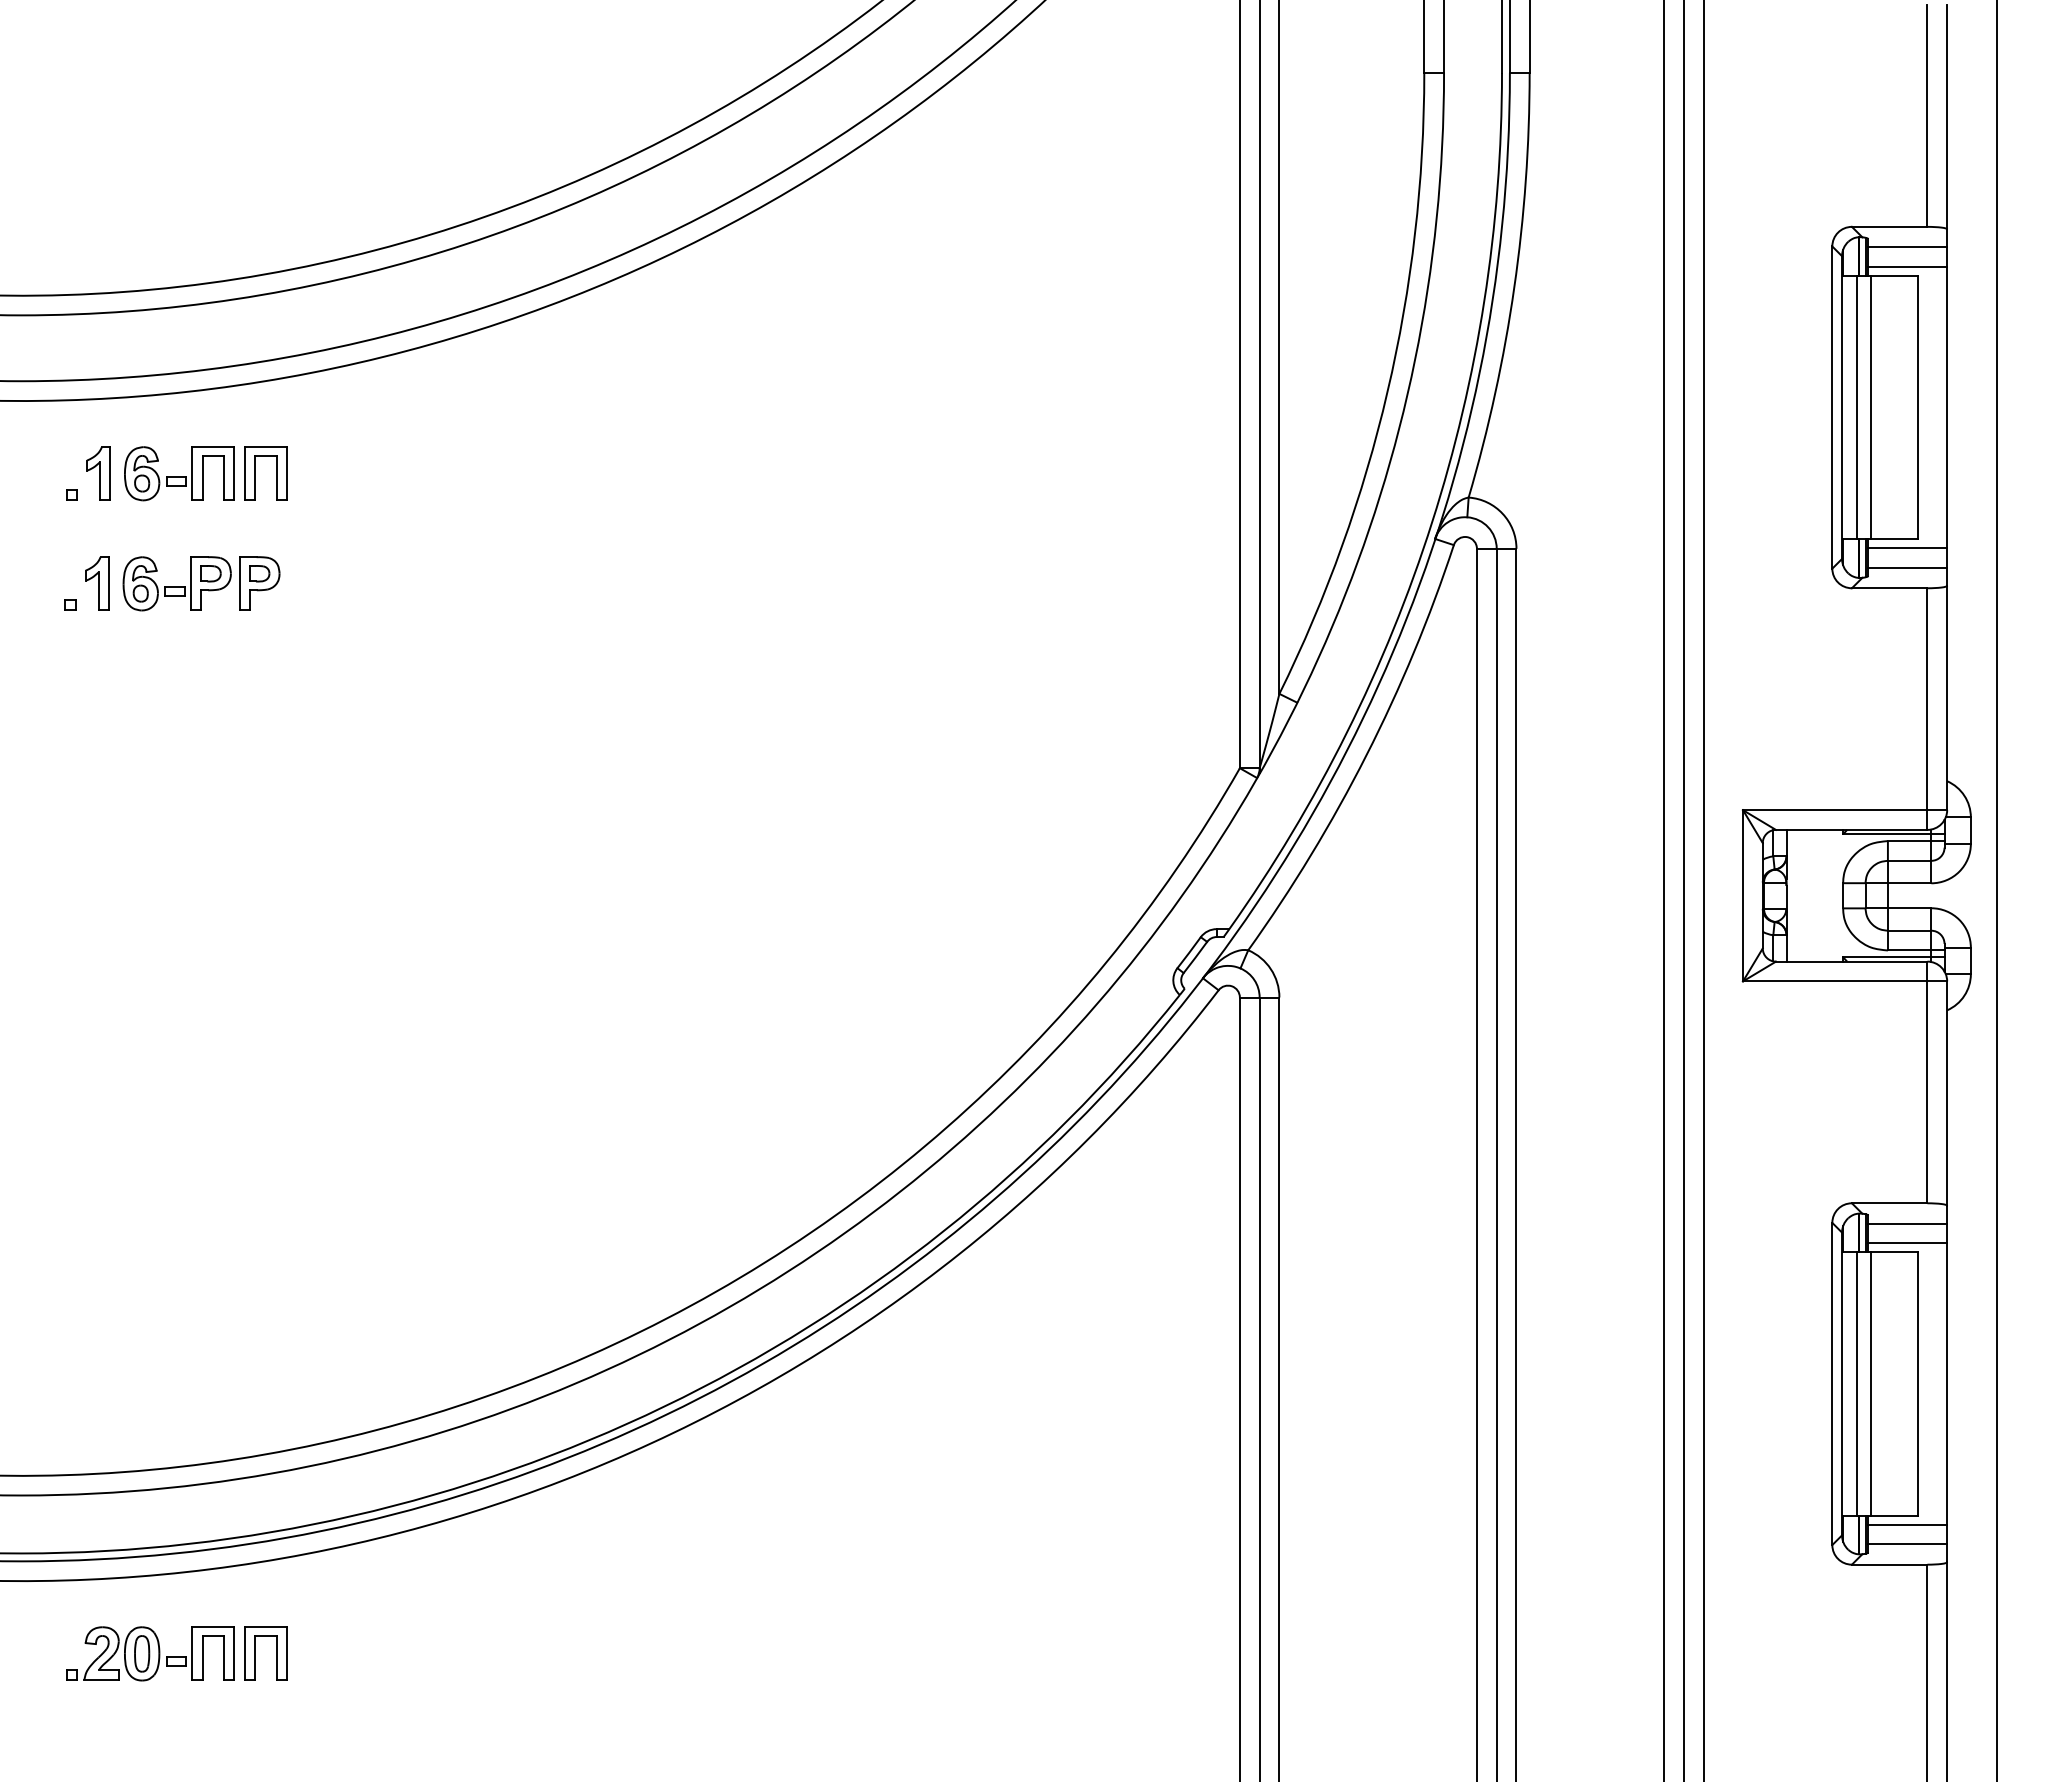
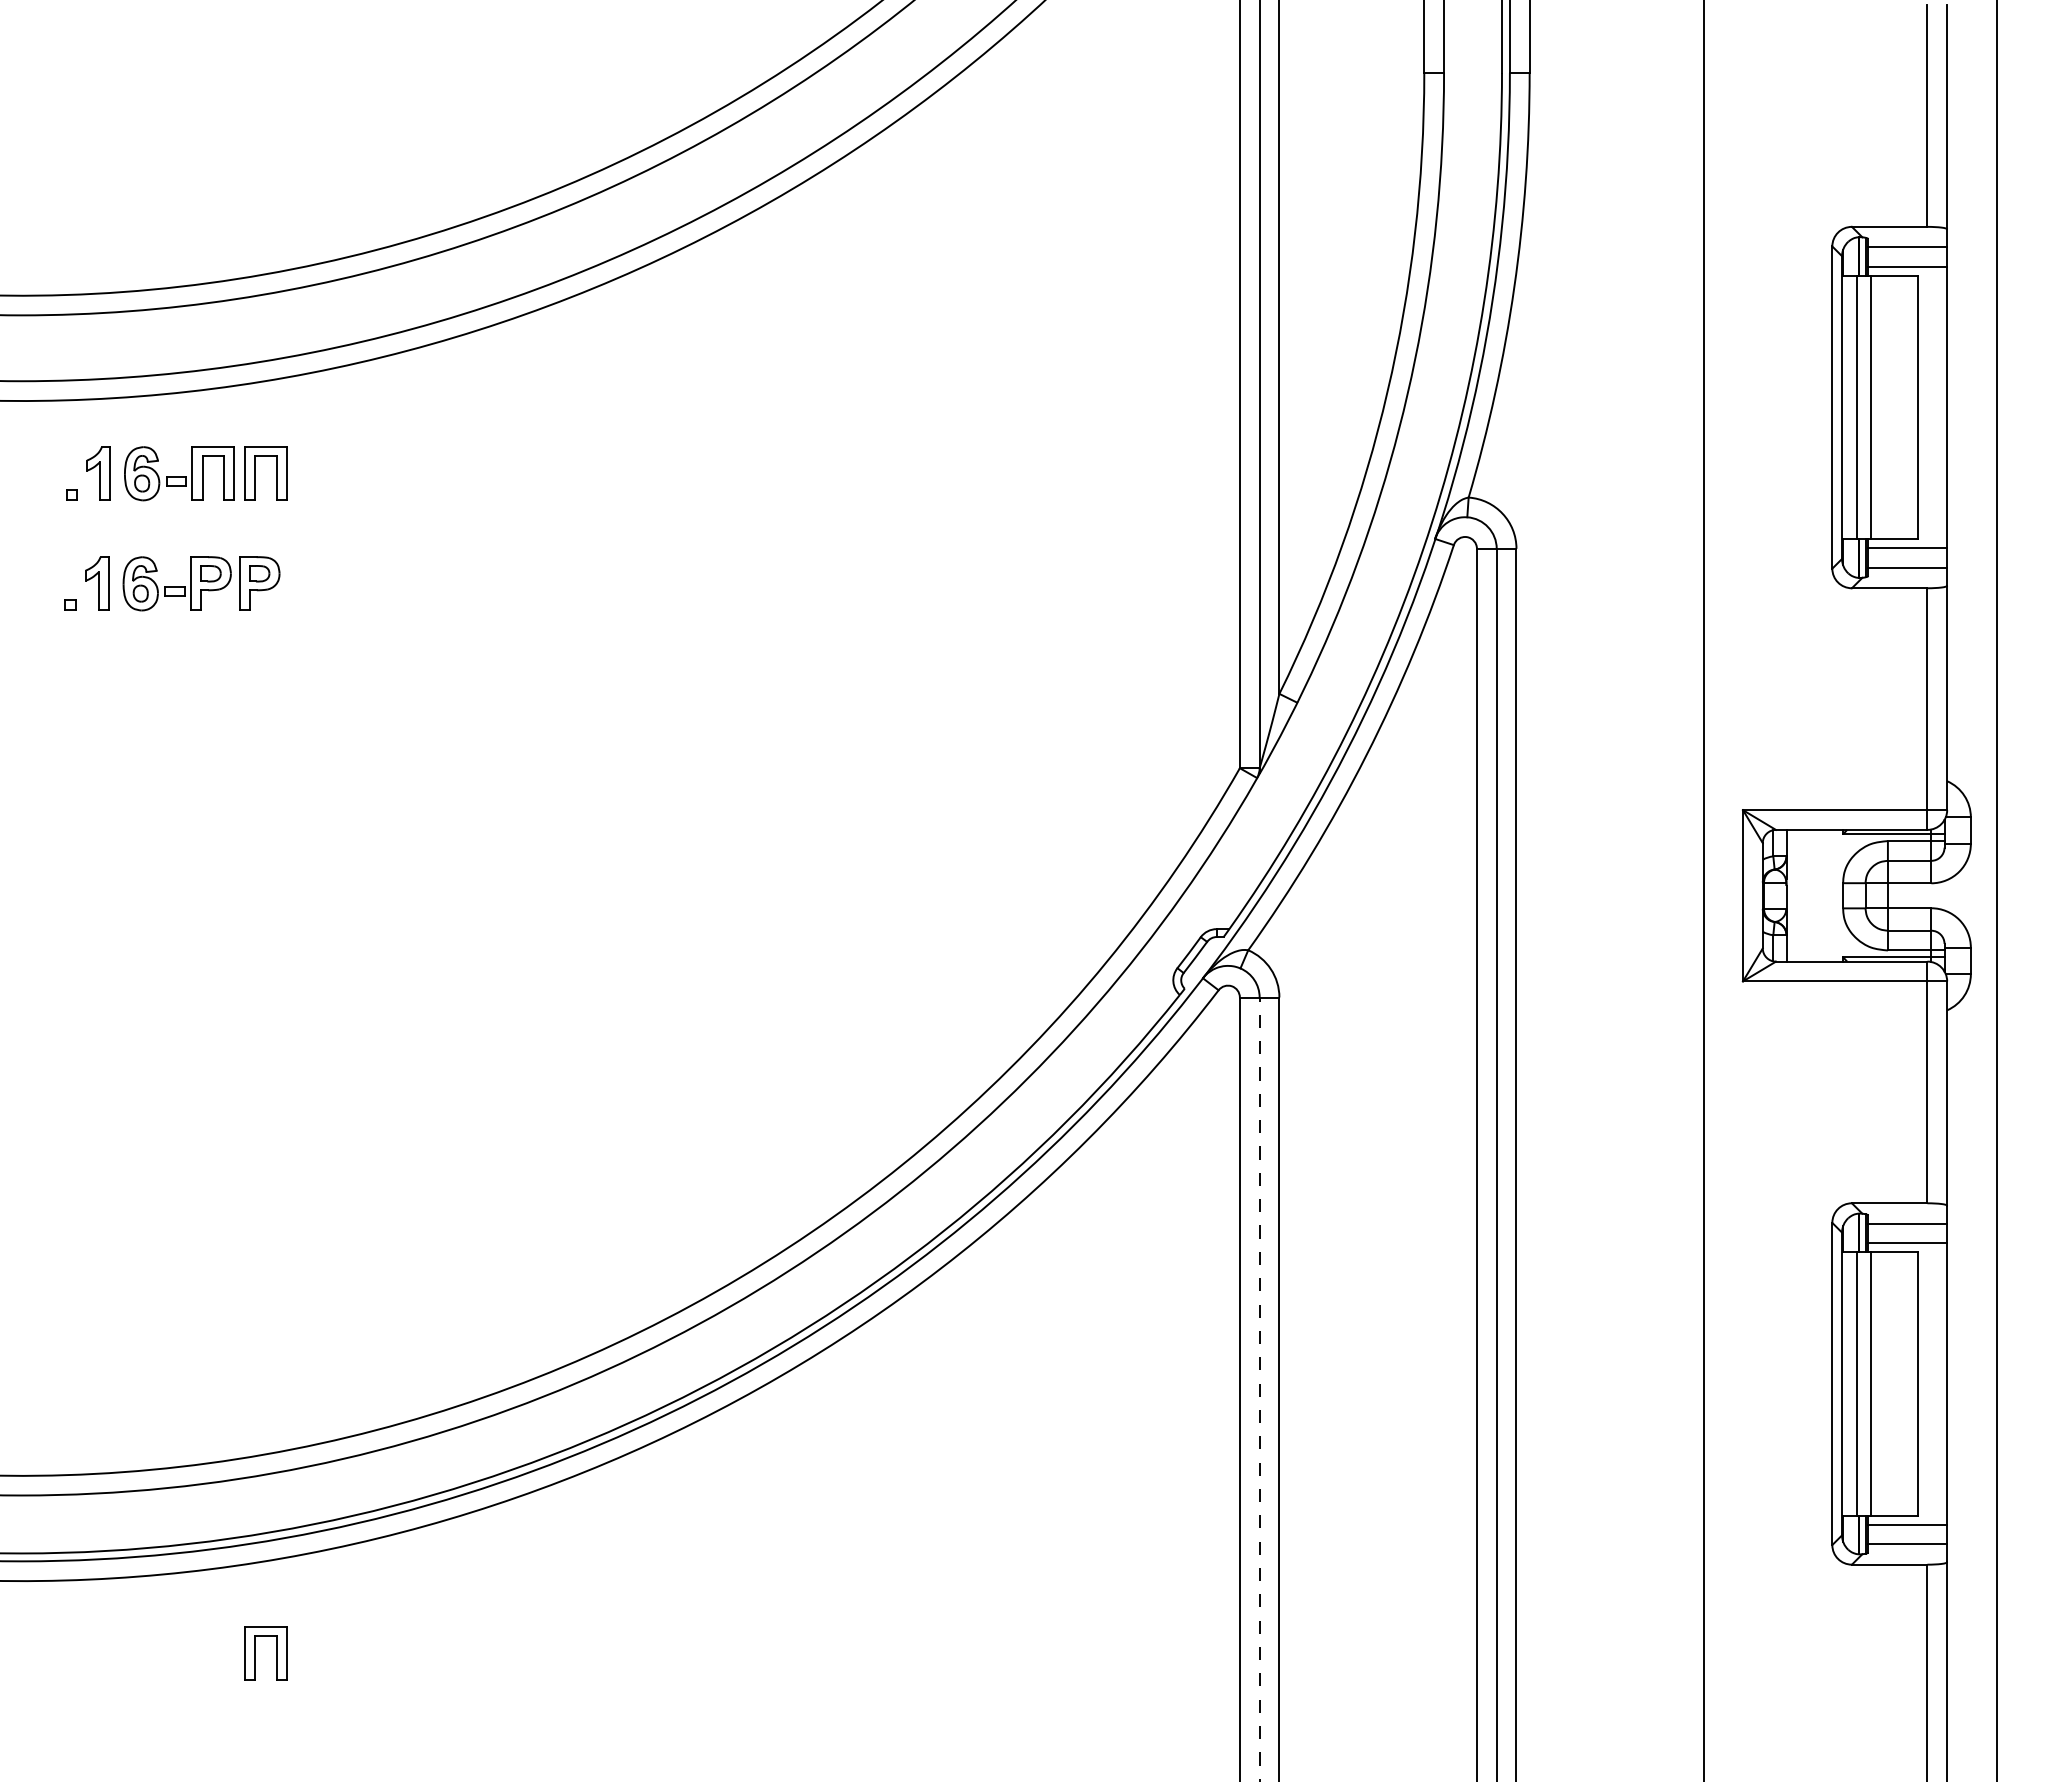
line at (1664, 890): present -> none
line at (1683, 890): present -> none
line at (1259, 1389): solid -> dashed
part at (150, 1653): present -> none
